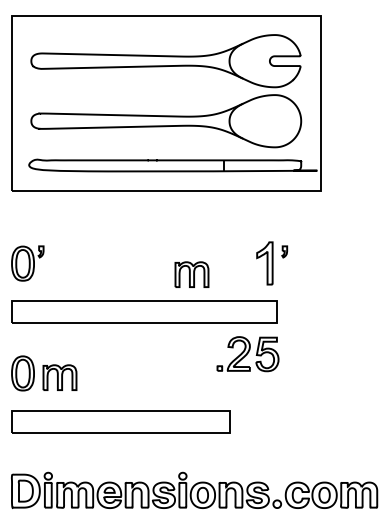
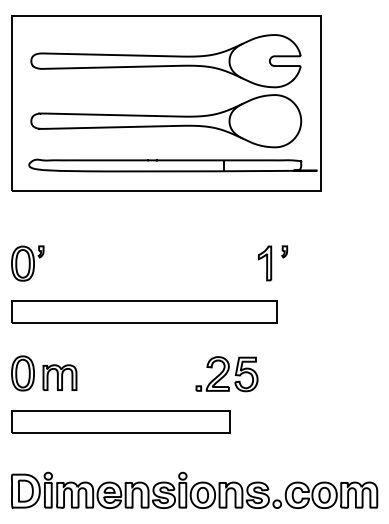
part at (264, 263) size: 18x45 px -> 15x37 px
part at (191, 274): present -> none
part at (247, 354) position: (247, 354) -> (226, 374)
